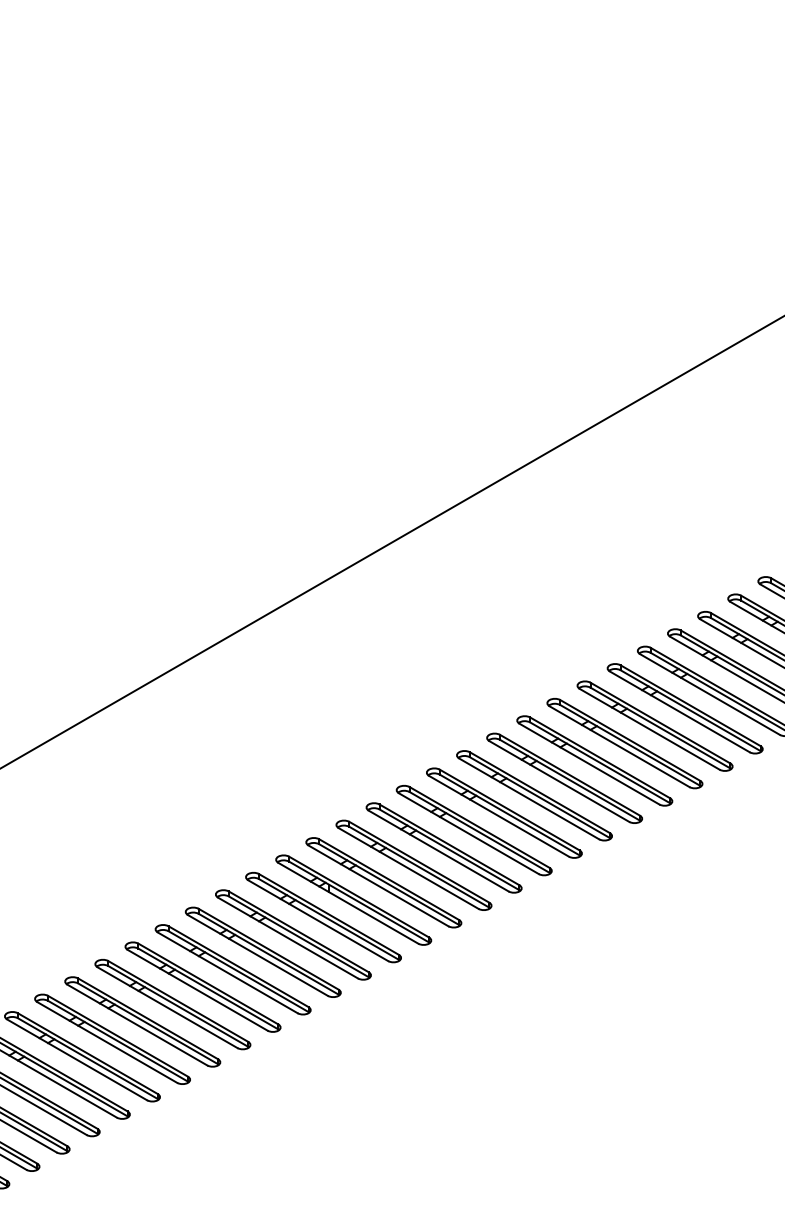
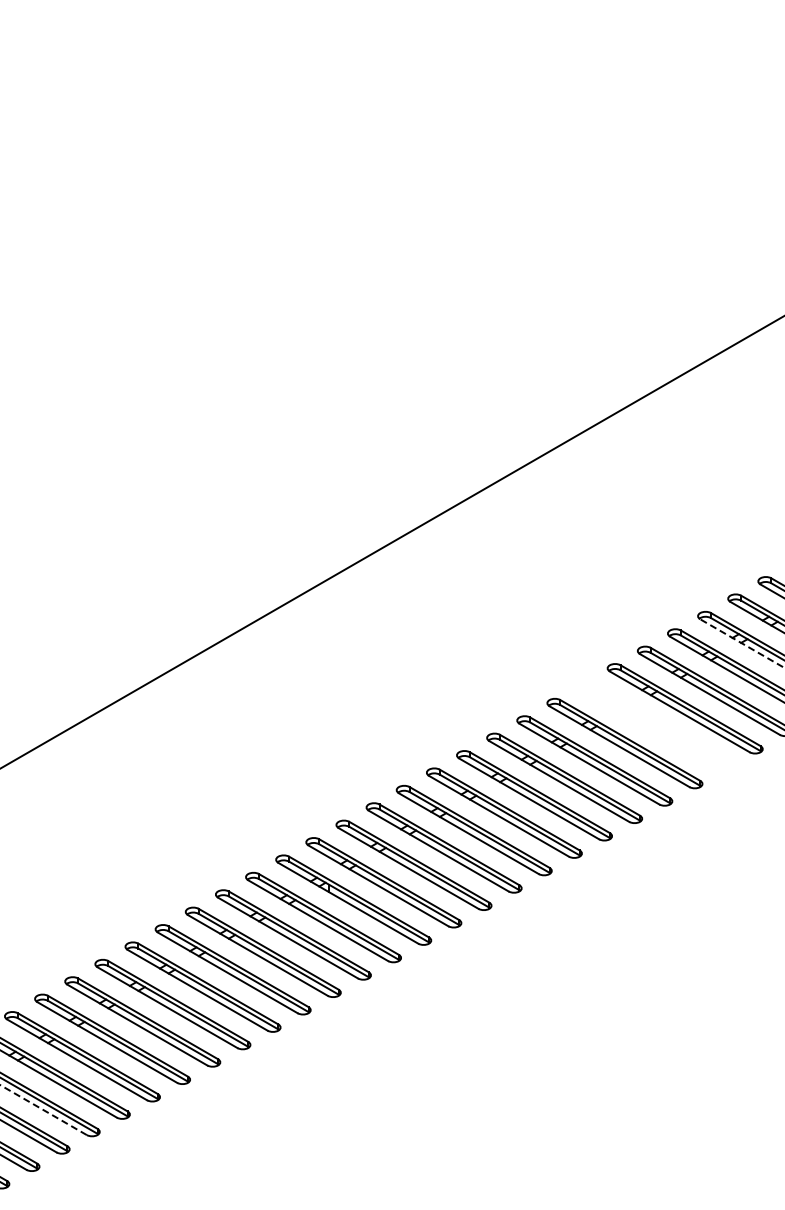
line at (742, 643): solid -> dashed
part at (654, 725): present -> none
line at (43, 1110): solid -> dashed
